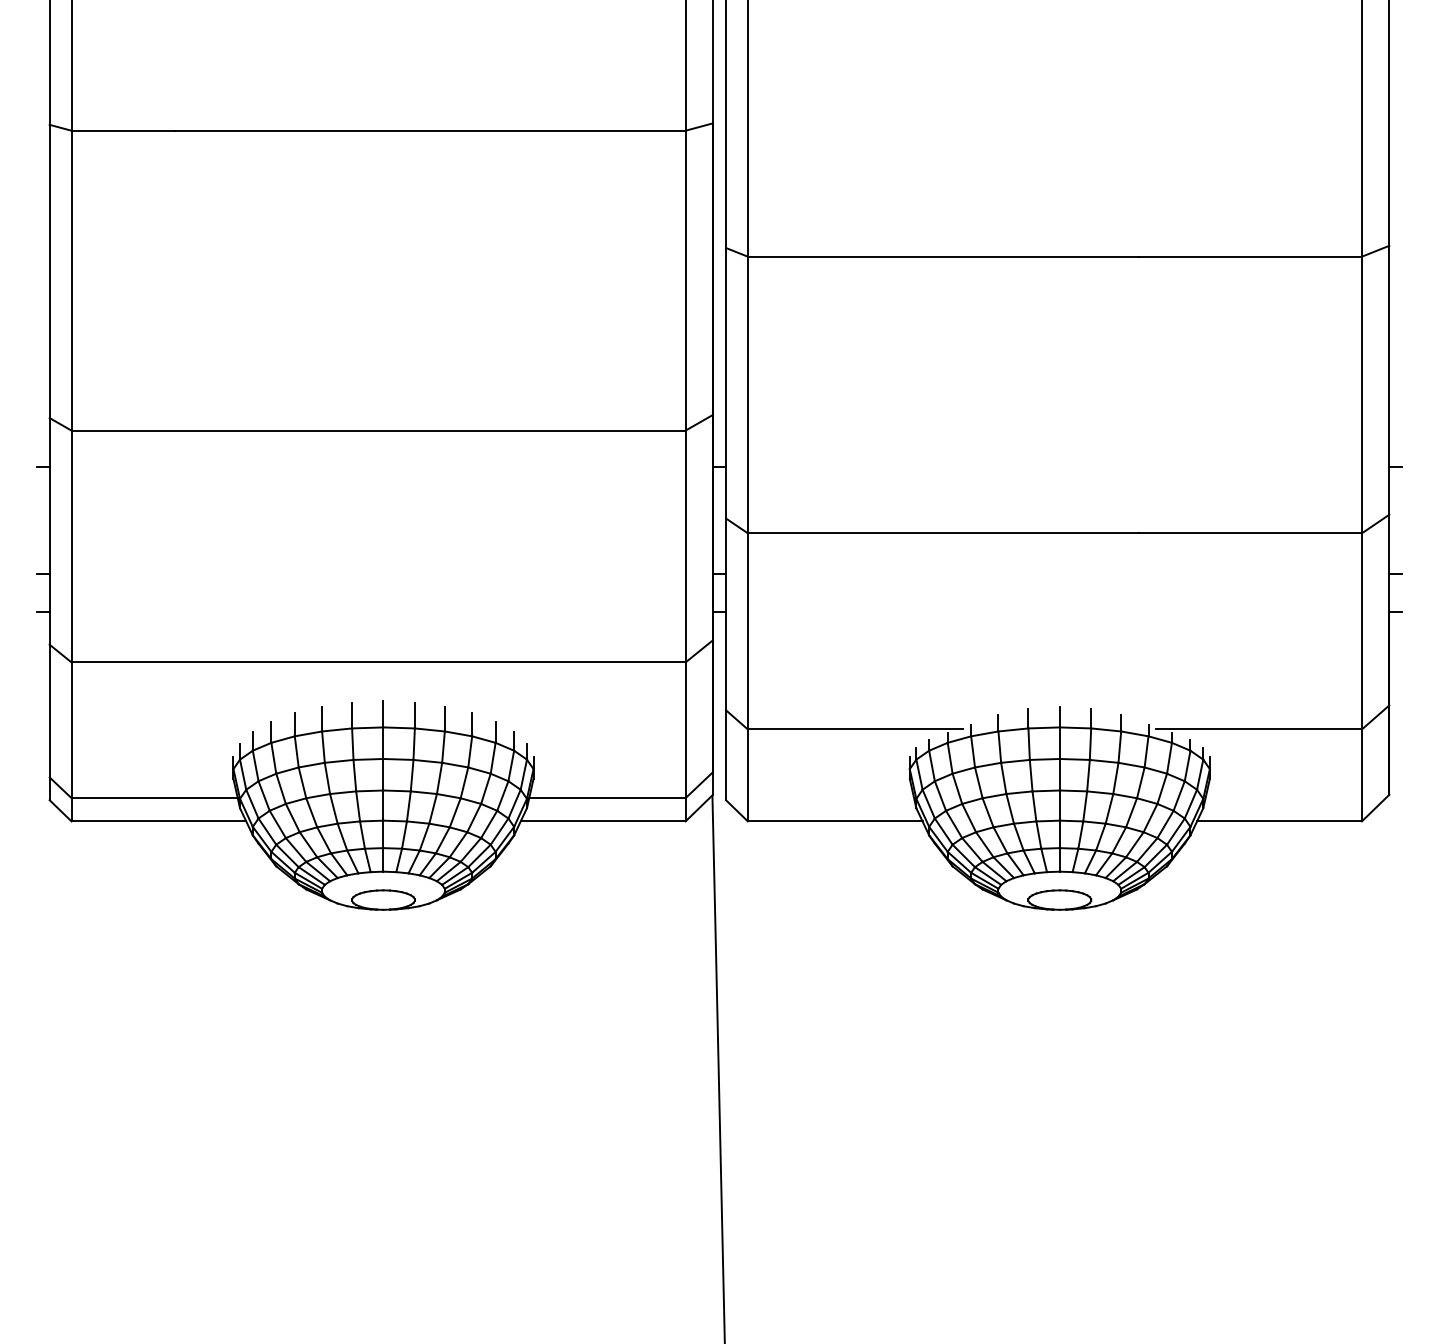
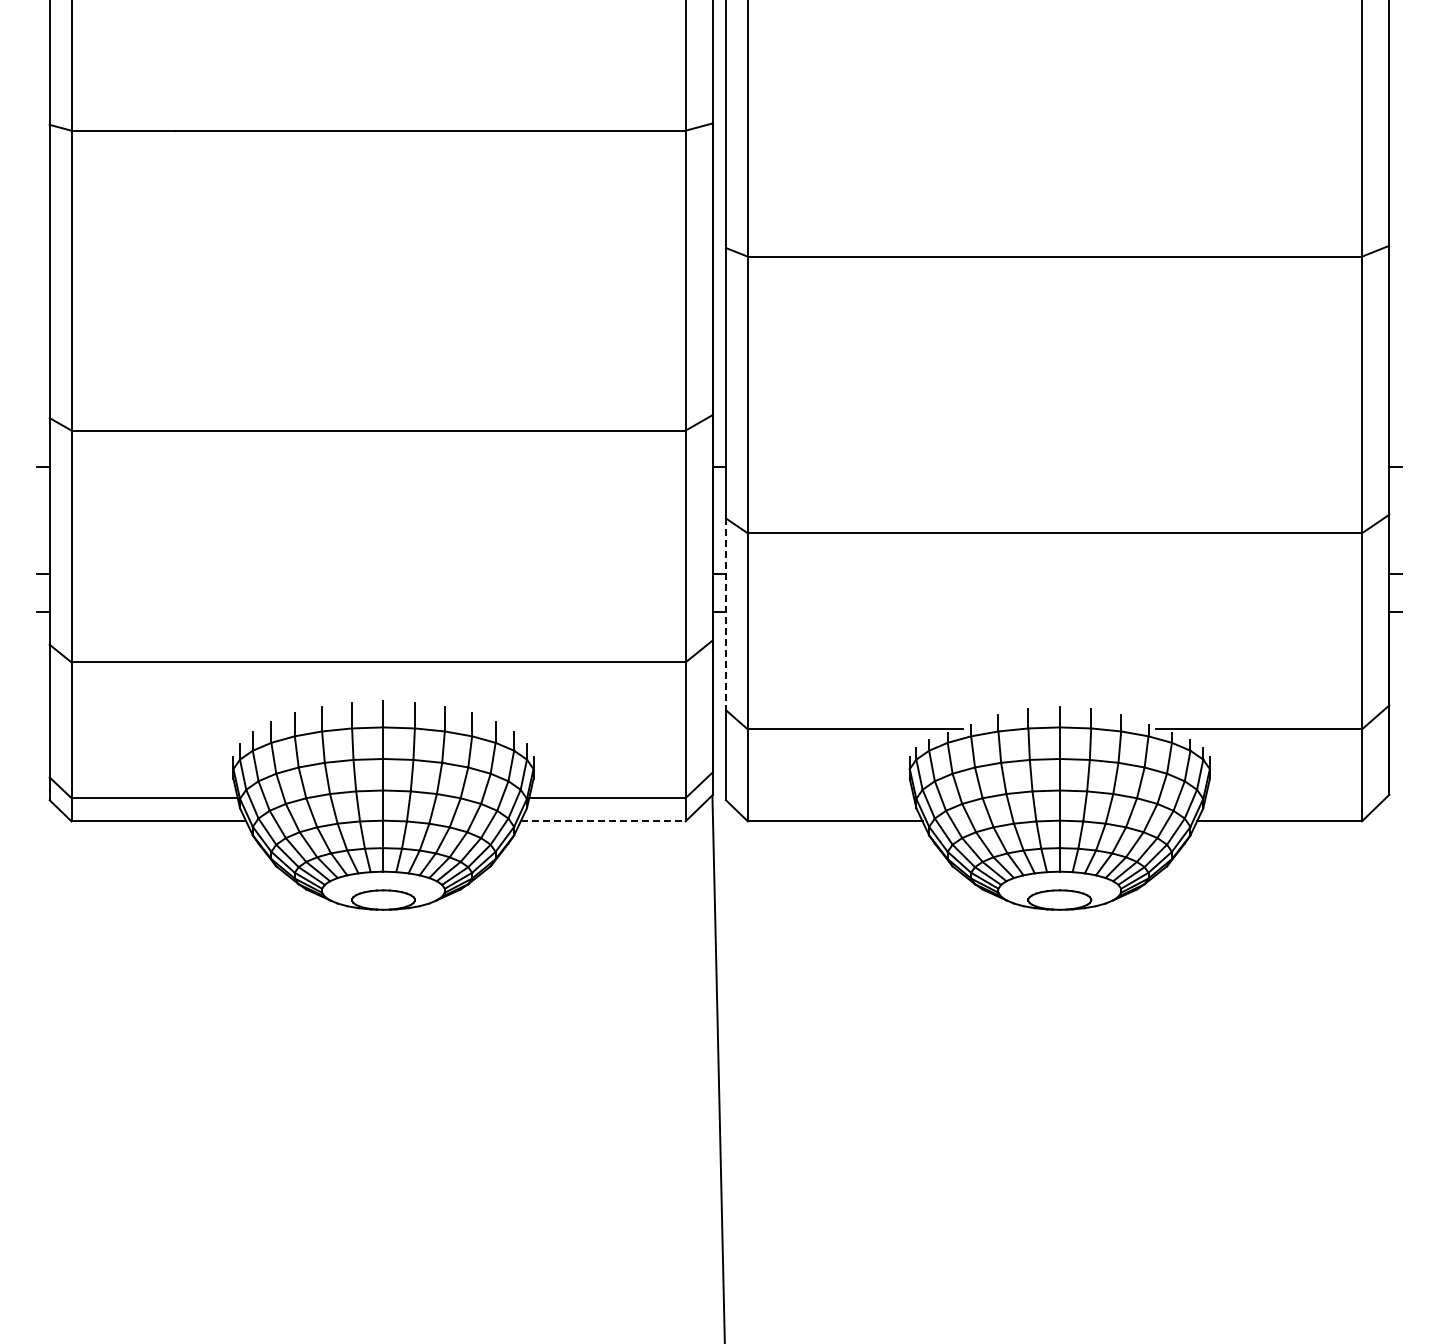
line at (726, 614): solid -> dashed
line at (603, 821): solid -> dashed
